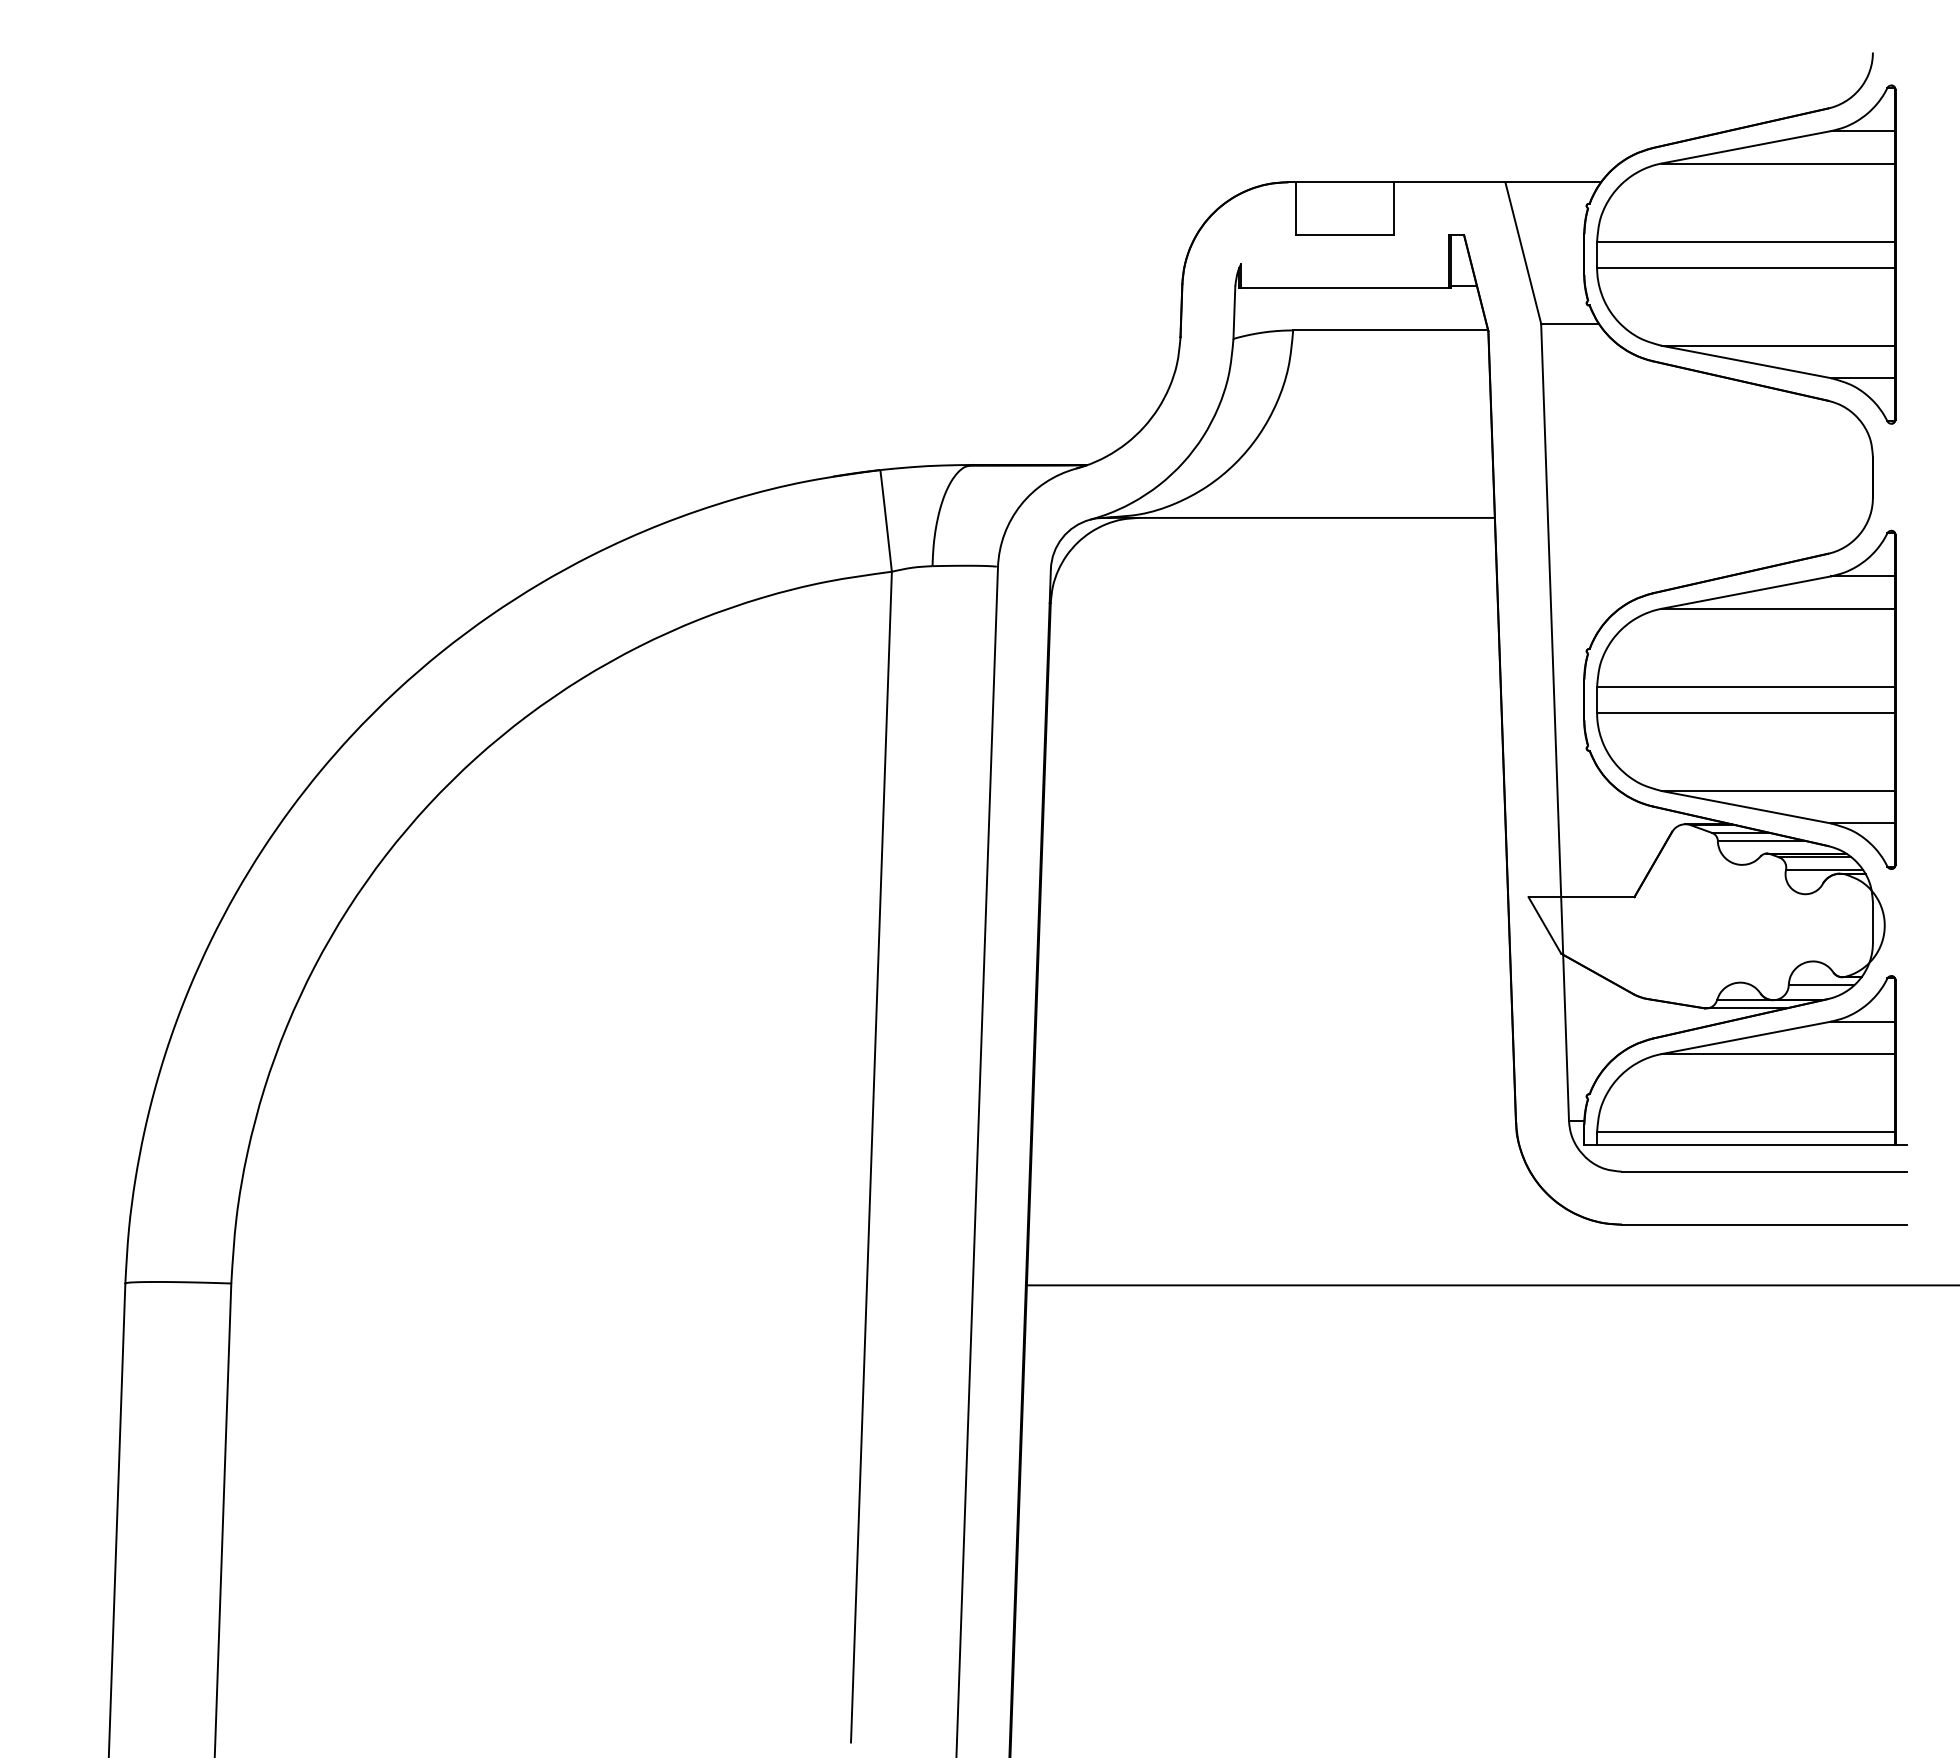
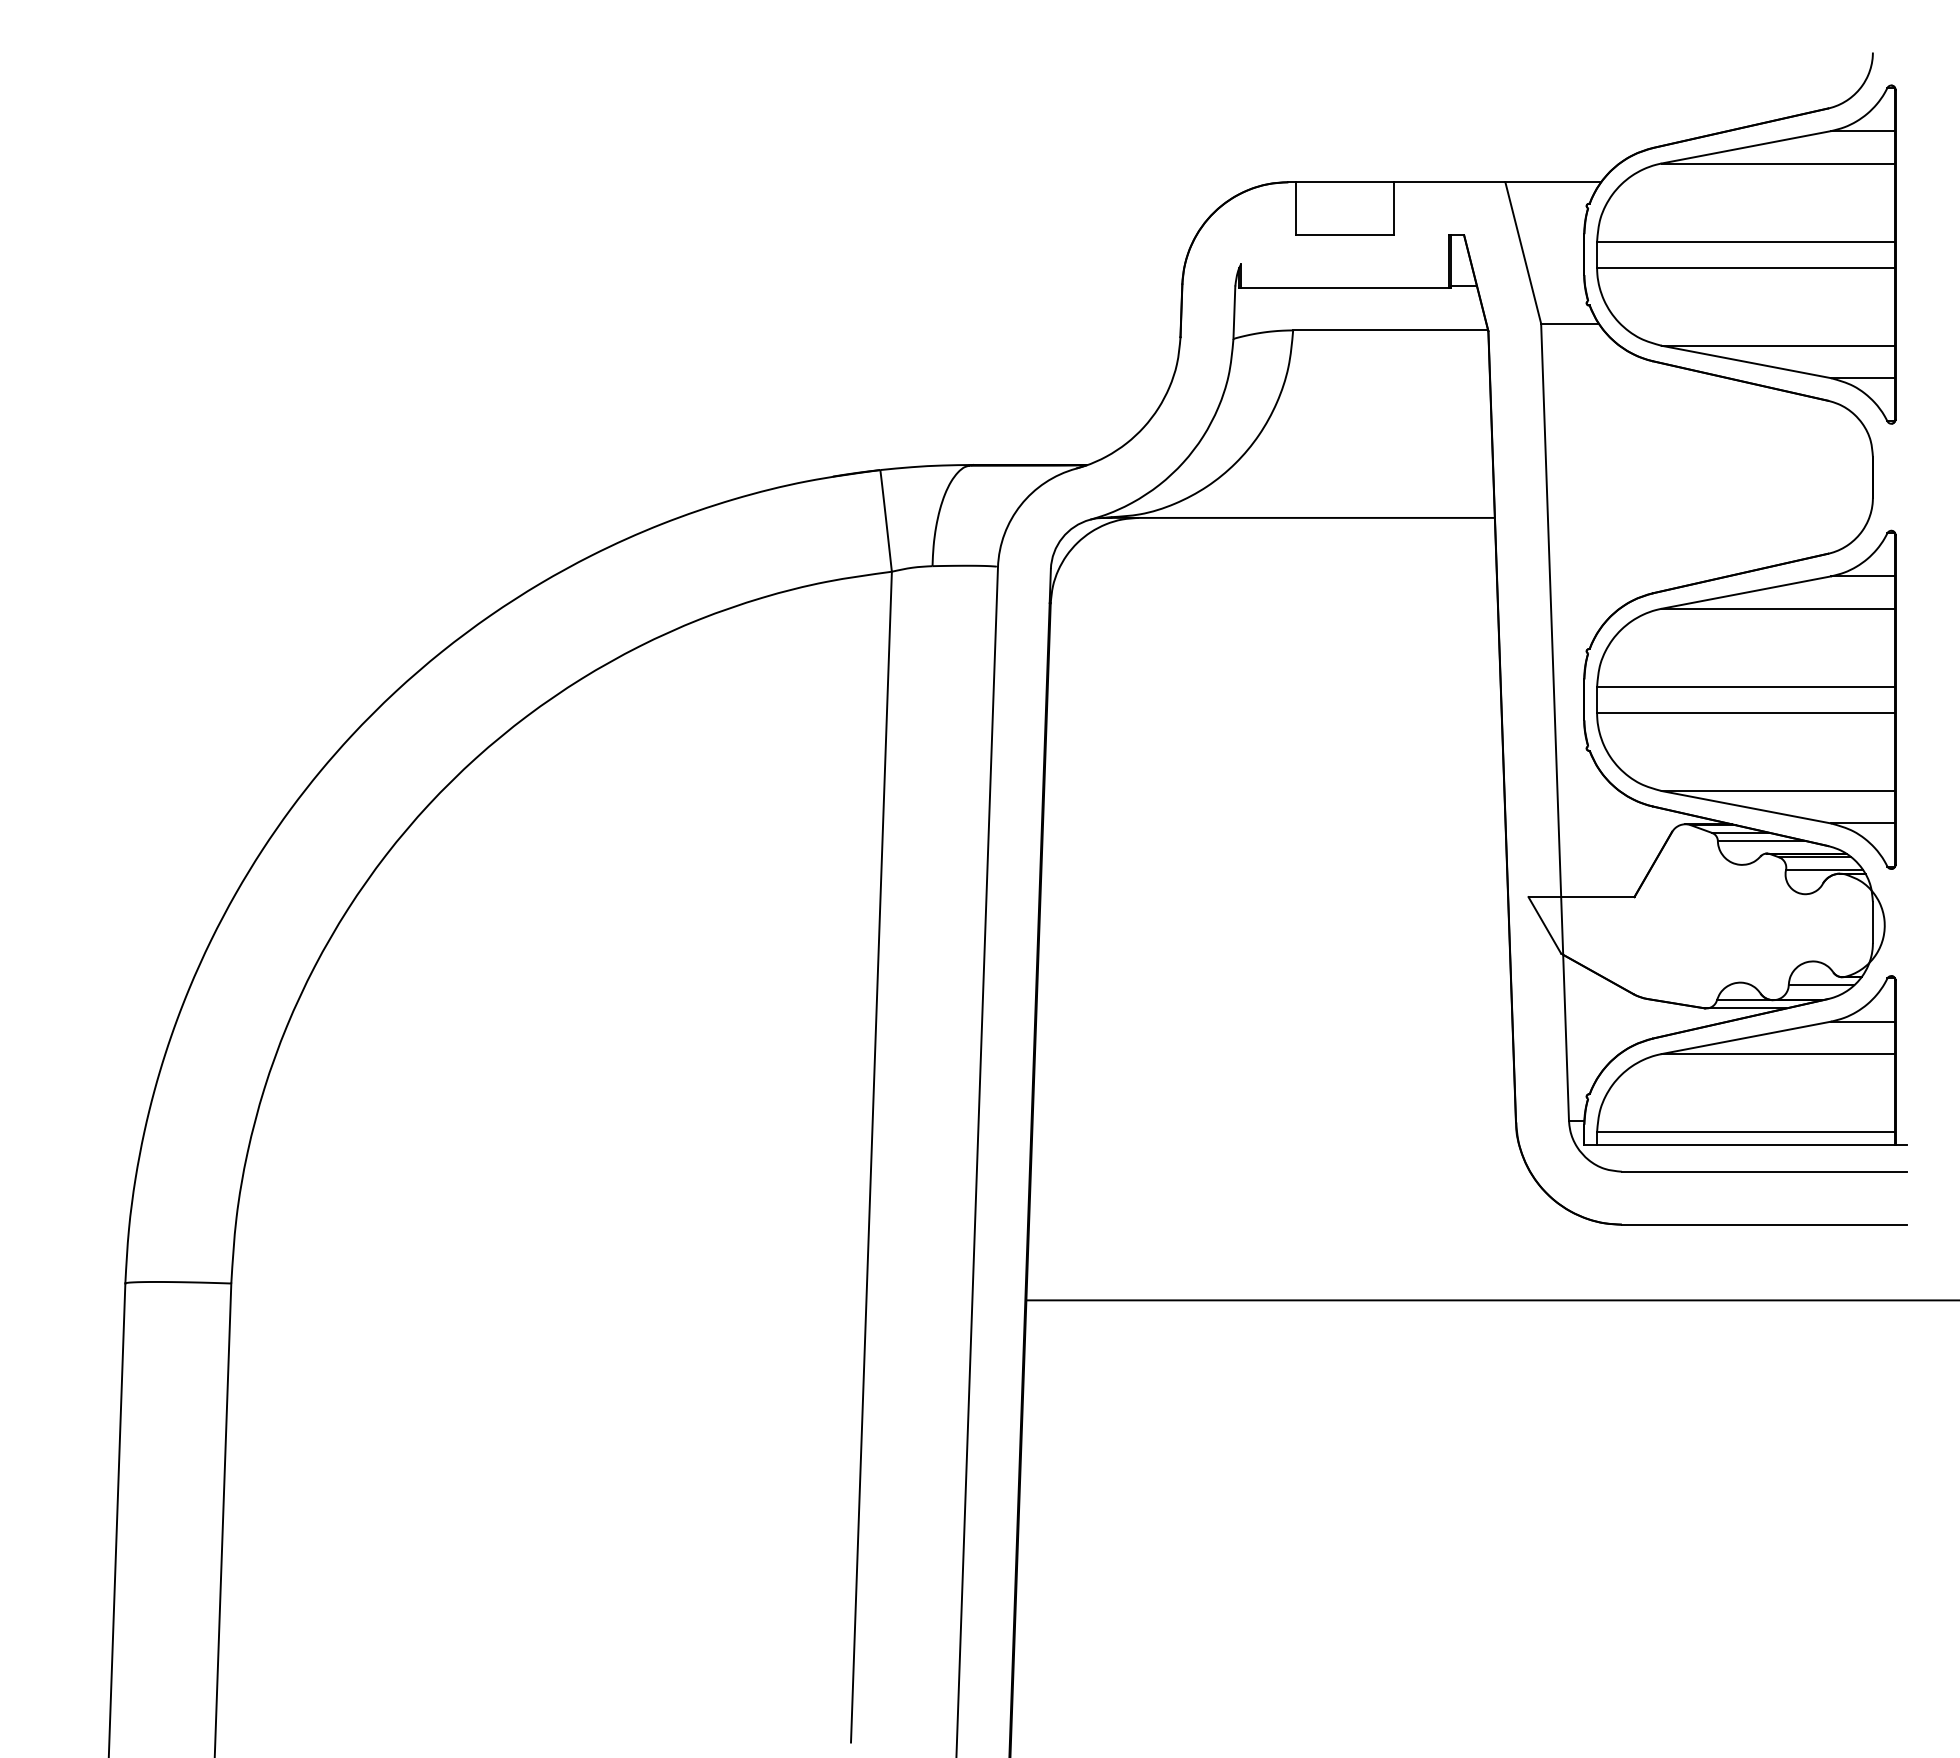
line at (1491, 1285) position: (1491, 1285) -> (1491, 1300)
